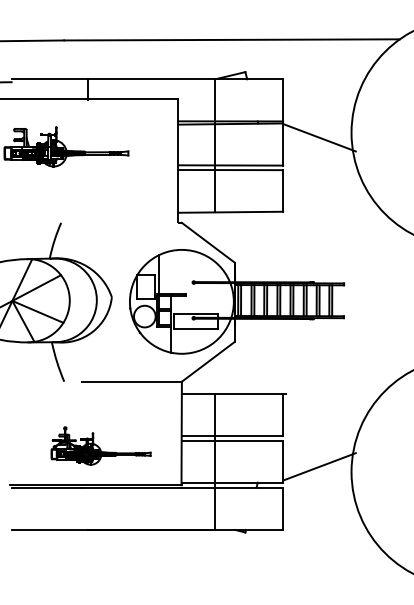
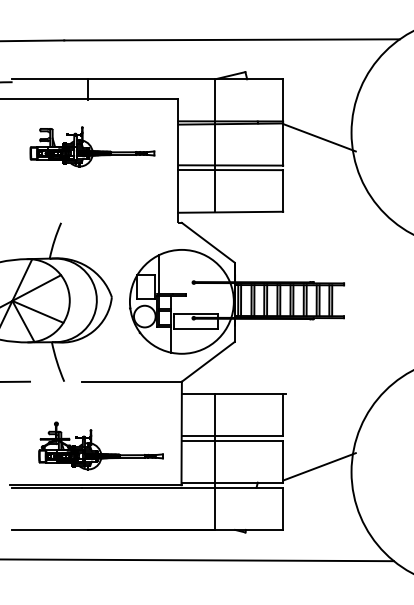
part at (66, 146) position: (66, 146) -> (92, 146)
line at (16, 381): none -> present
part at (100, 445) size: 102x40 px -> 126x50 px
line at (197, 560): none -> present
